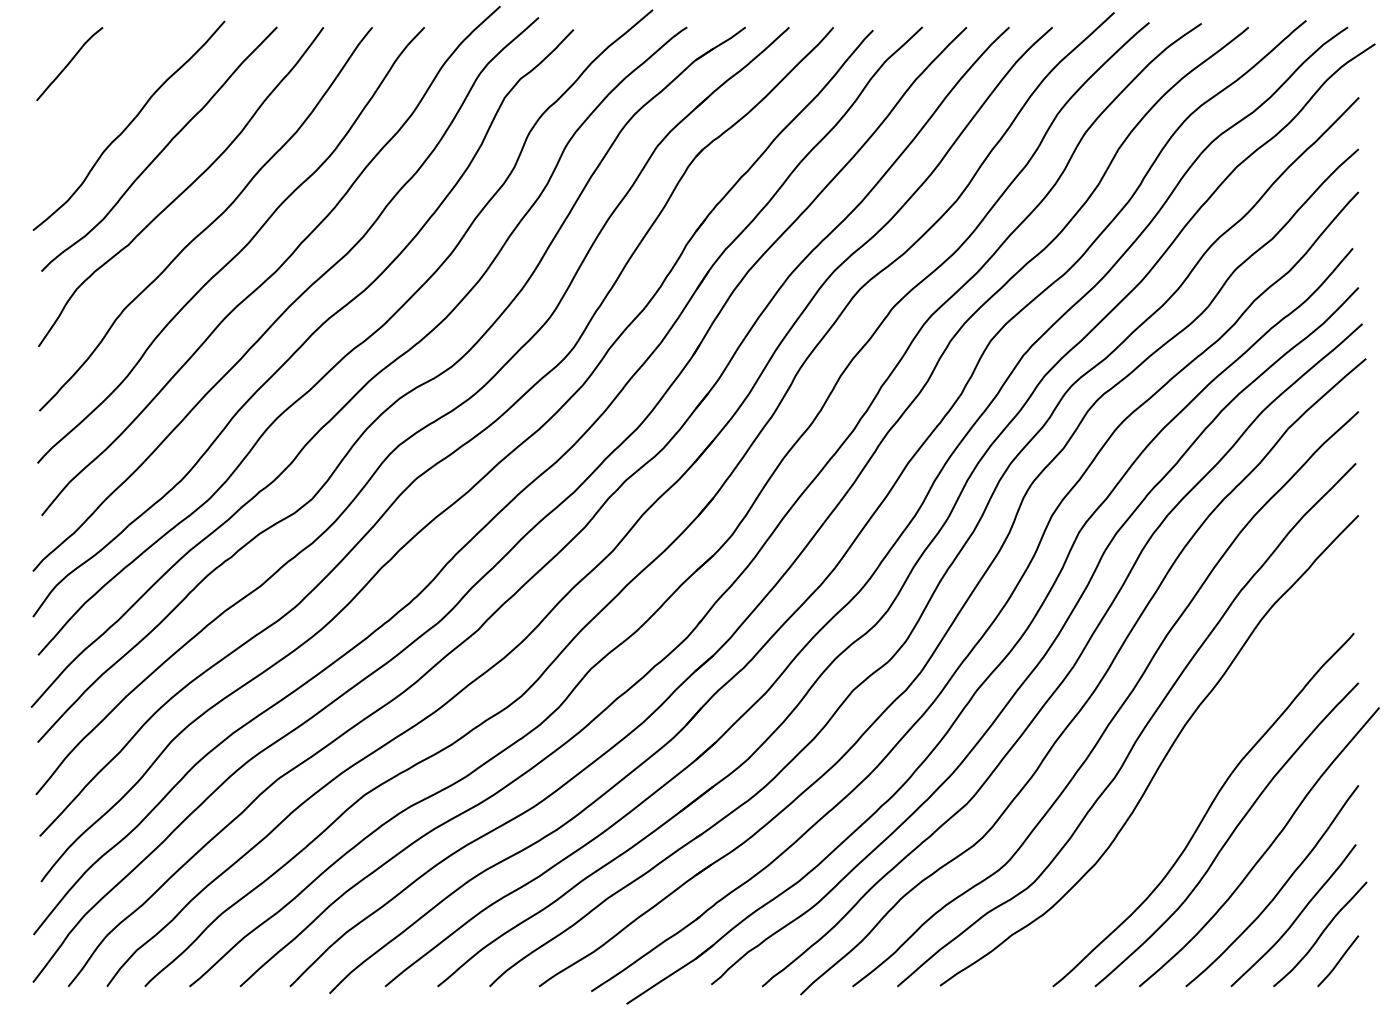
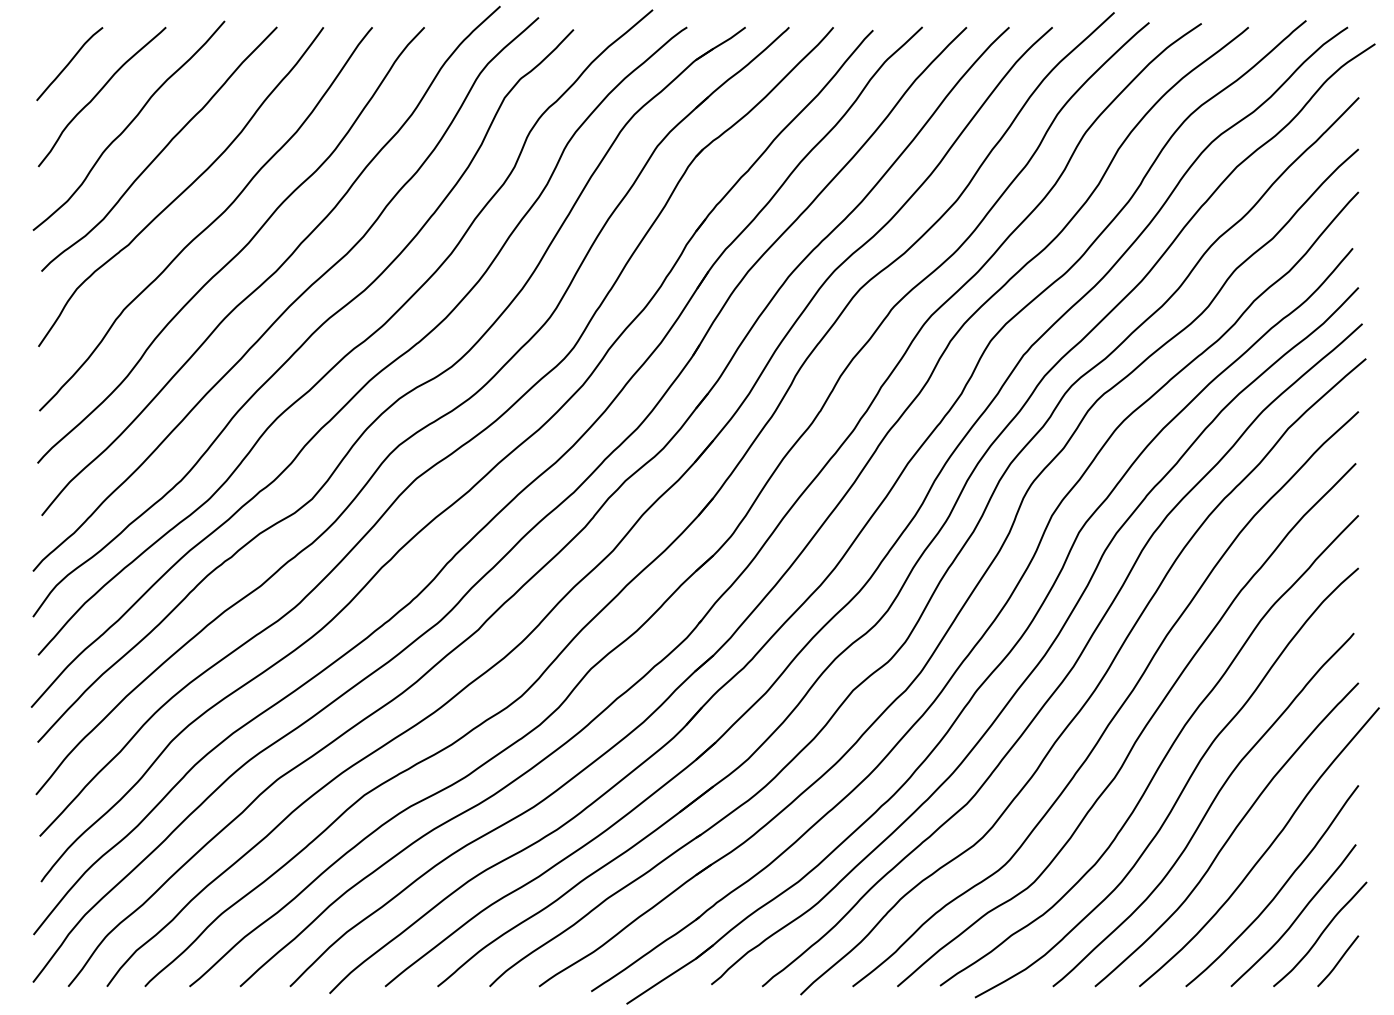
curve at (99, 93): none -> present
curve at (1181, 790): none -> present
